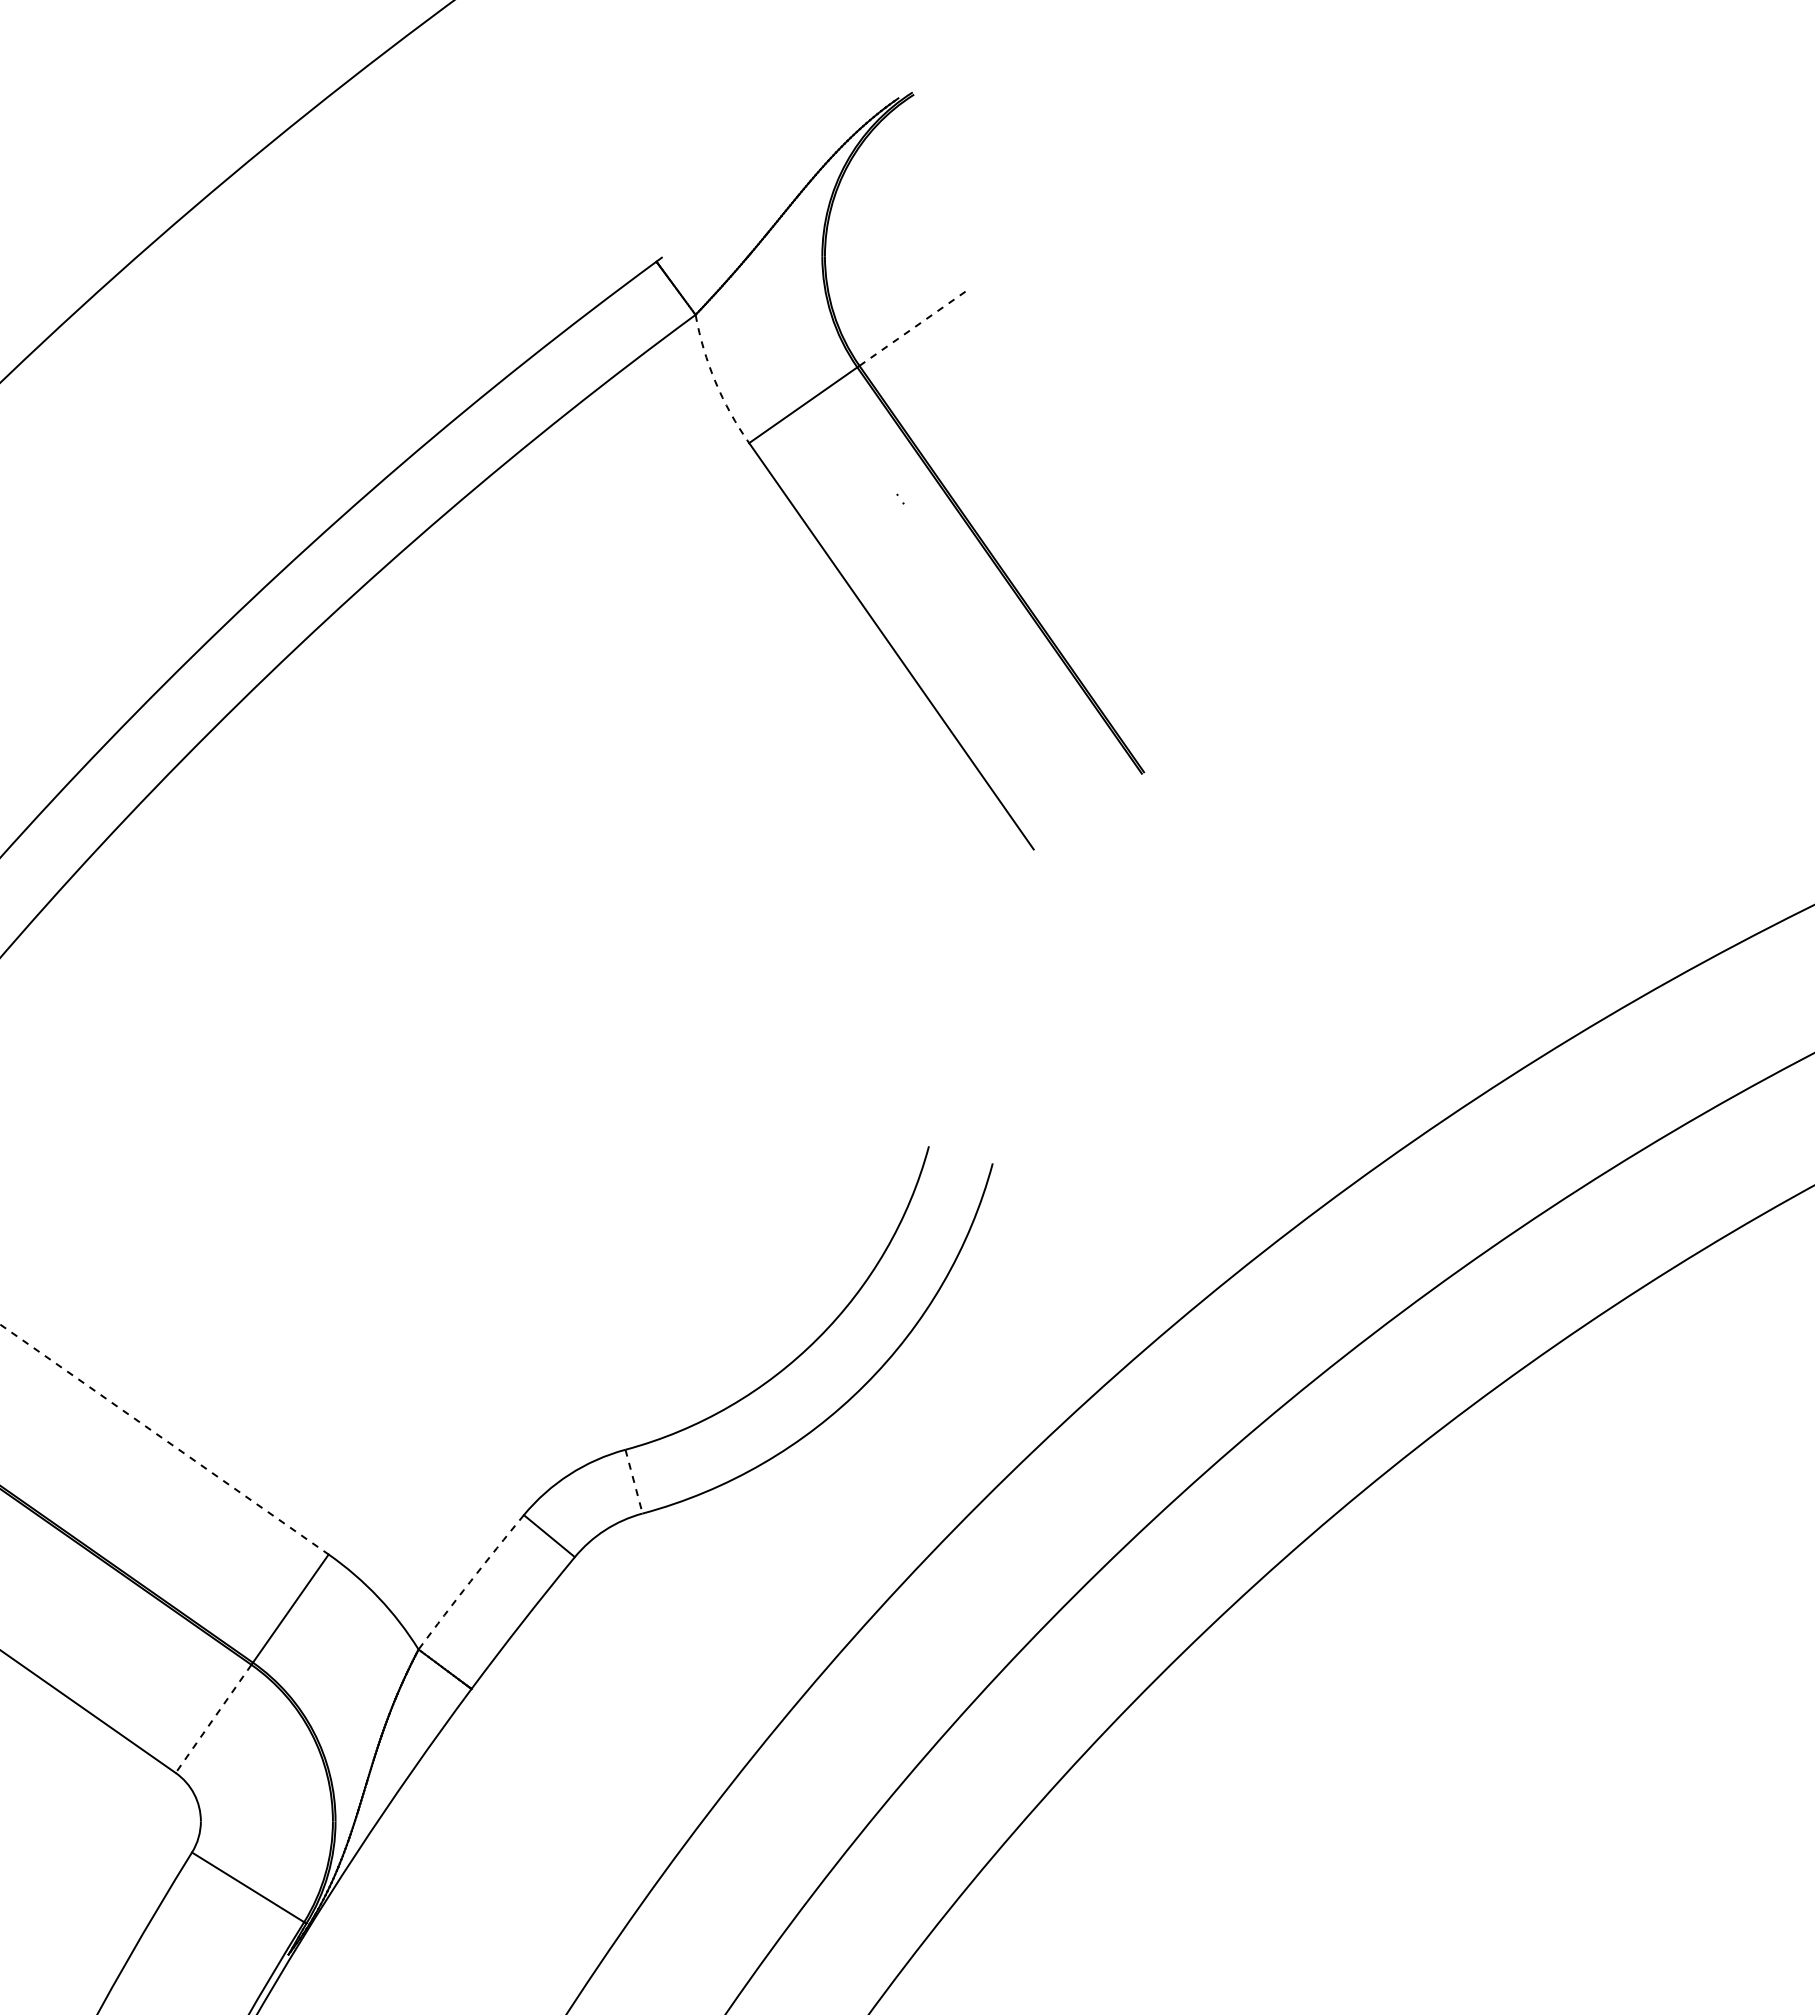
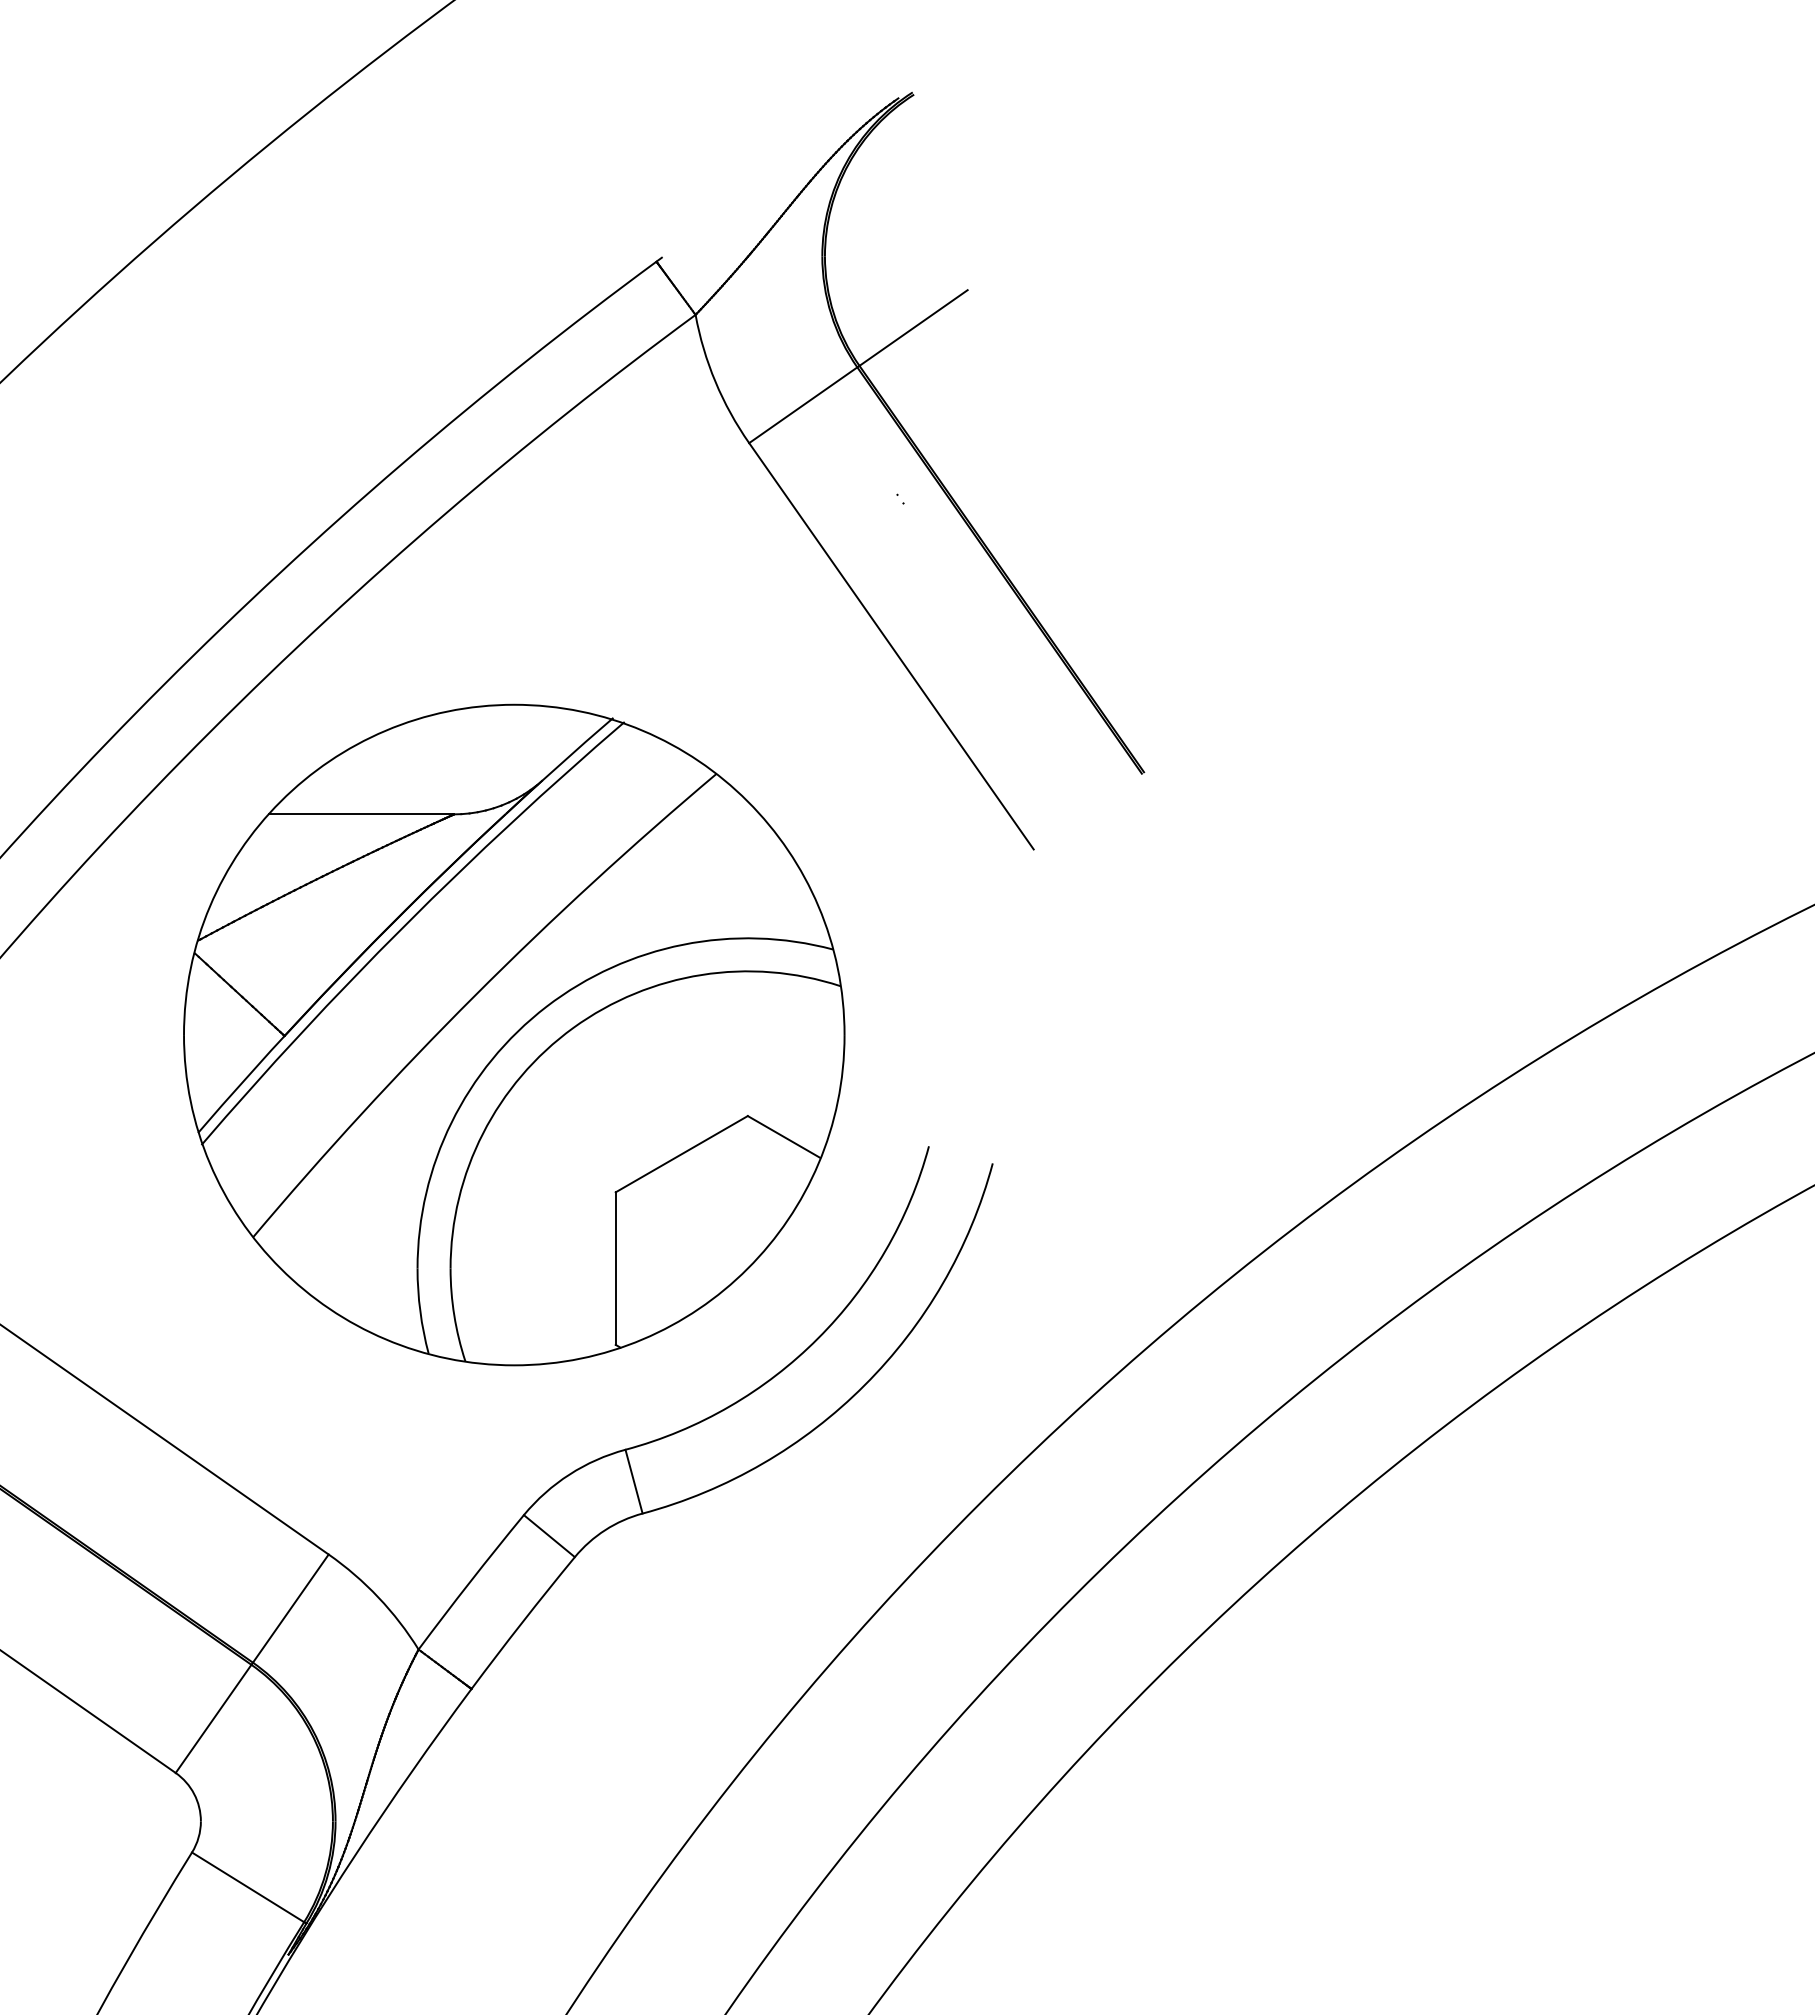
line at (914, 327): dashed -> solid
arc at (715, 381): dashed -> solid
part at (514, 1034): none -> present
line at (164, 1439): dashed -> solid
line at (634, 1481): dashed -> solid
arc at (470, 1581): dashed -> solid
line at (213, 1719): dashed -> solid
